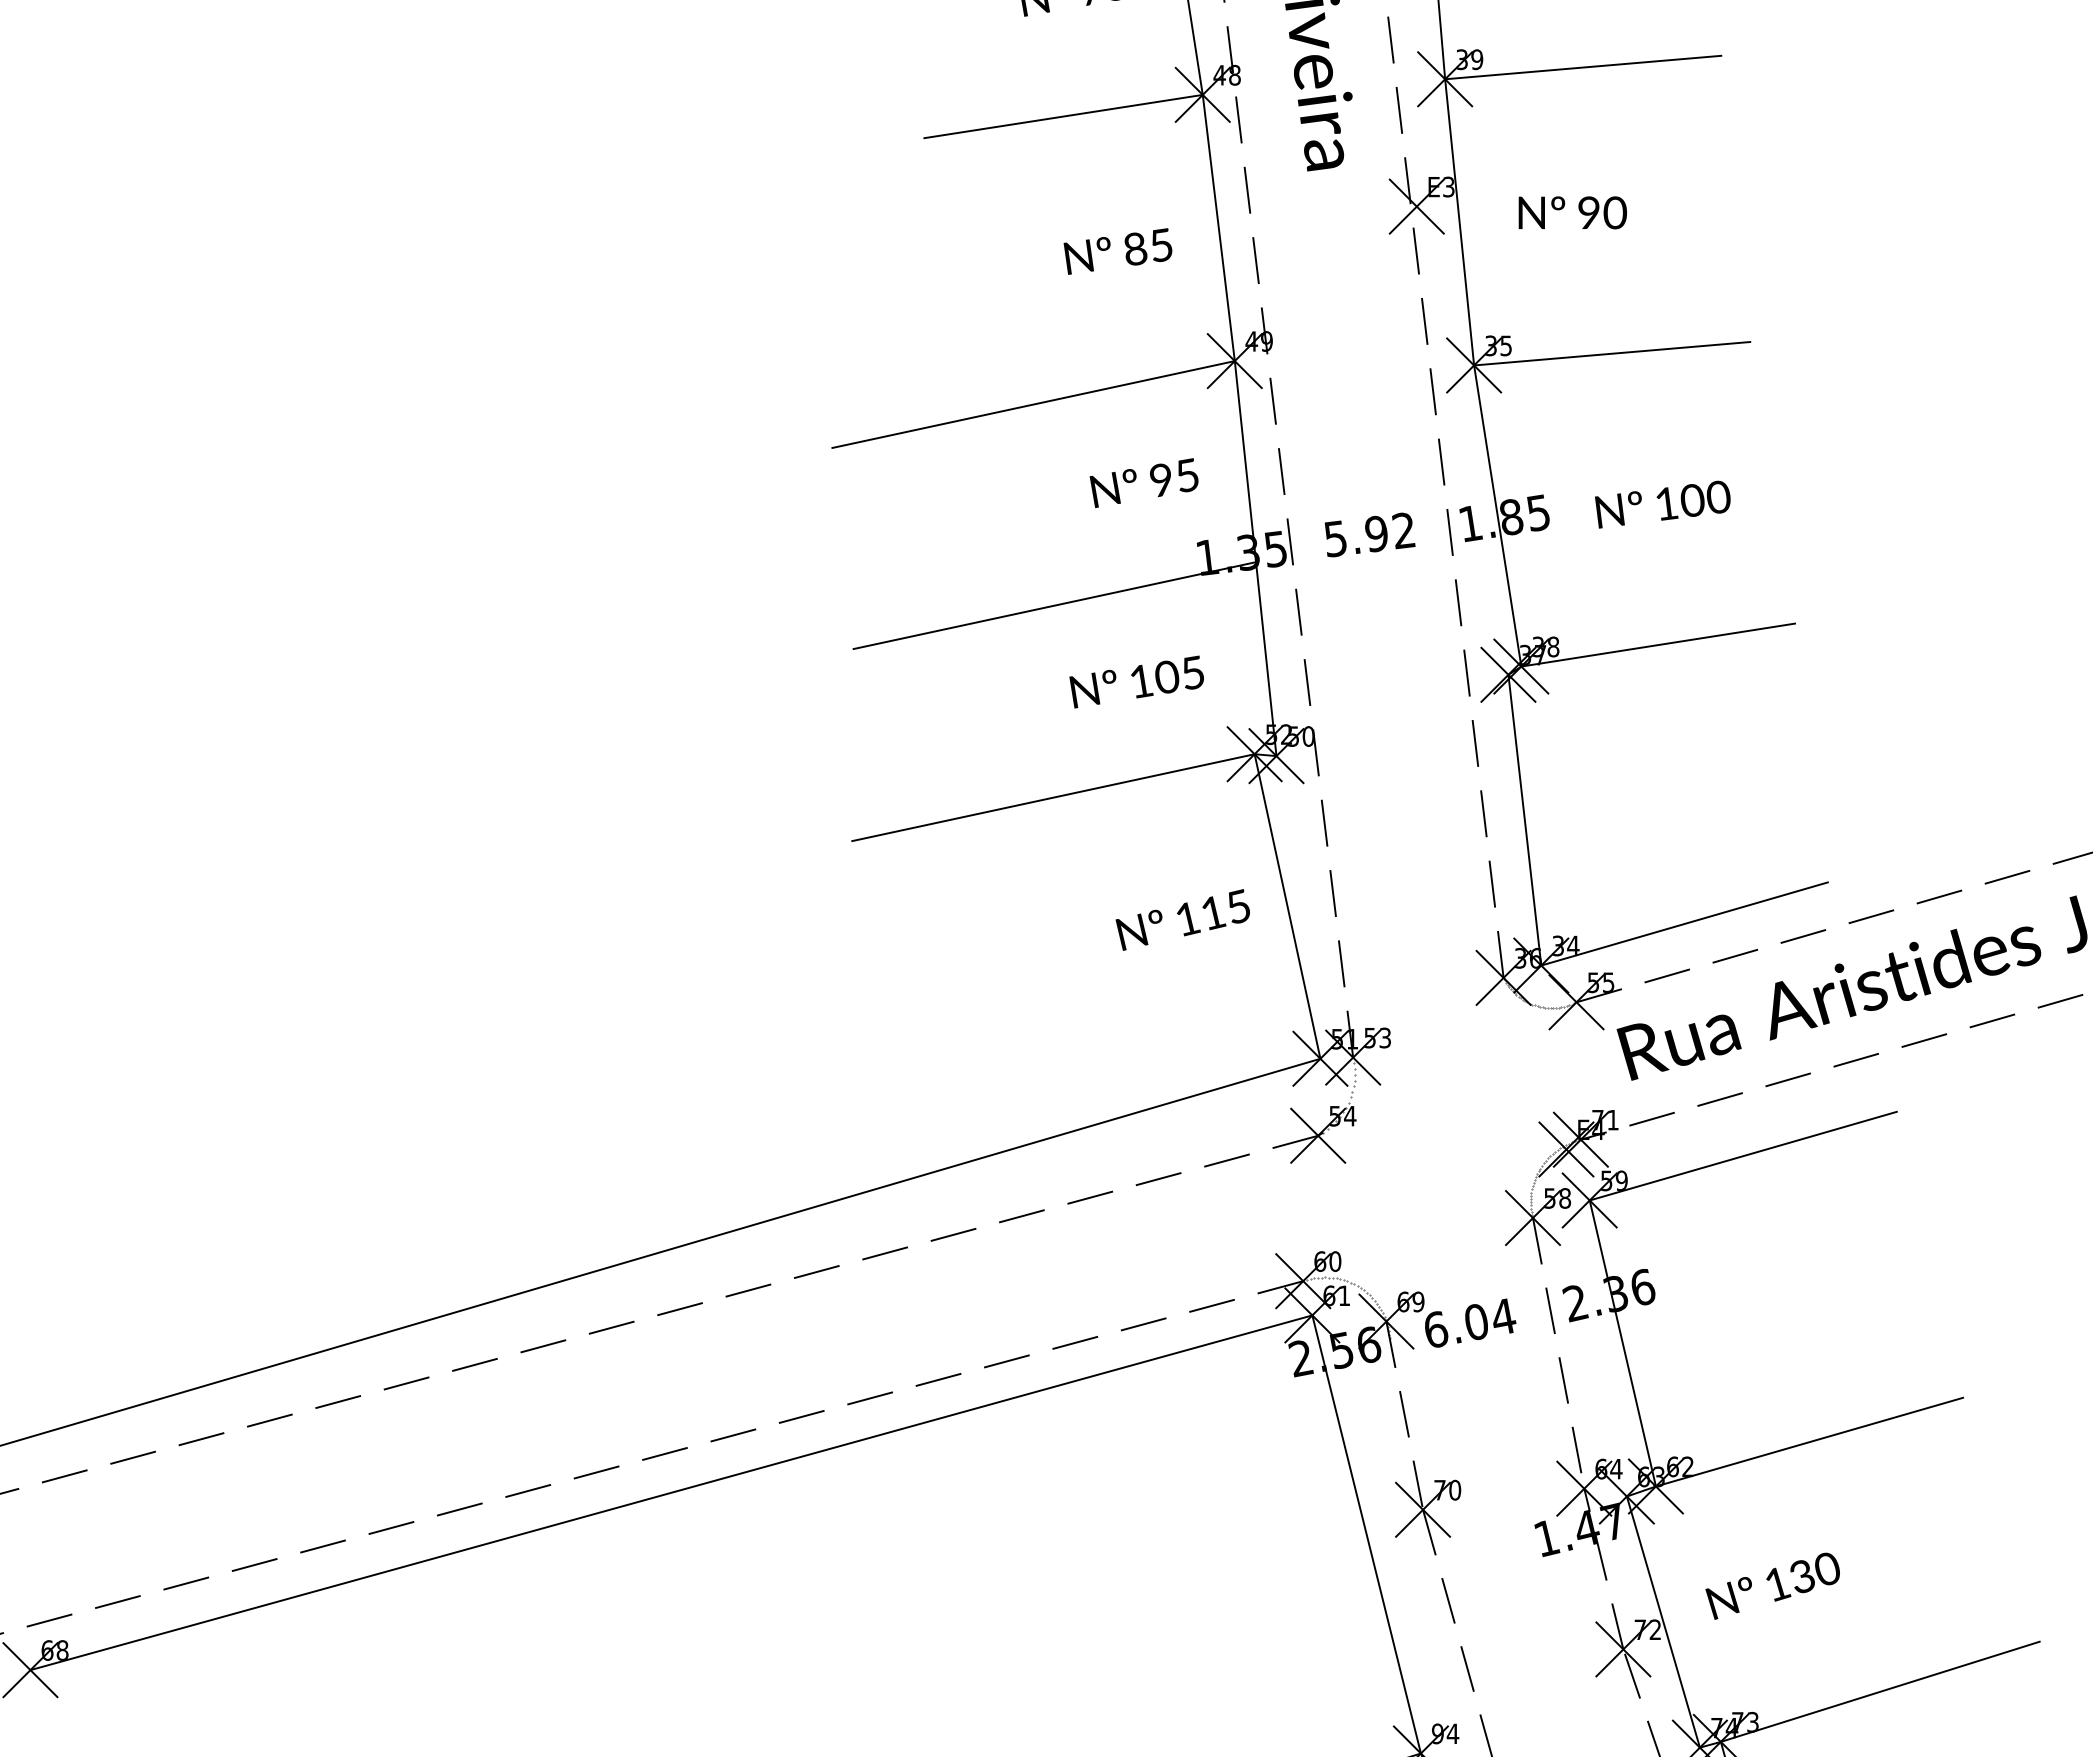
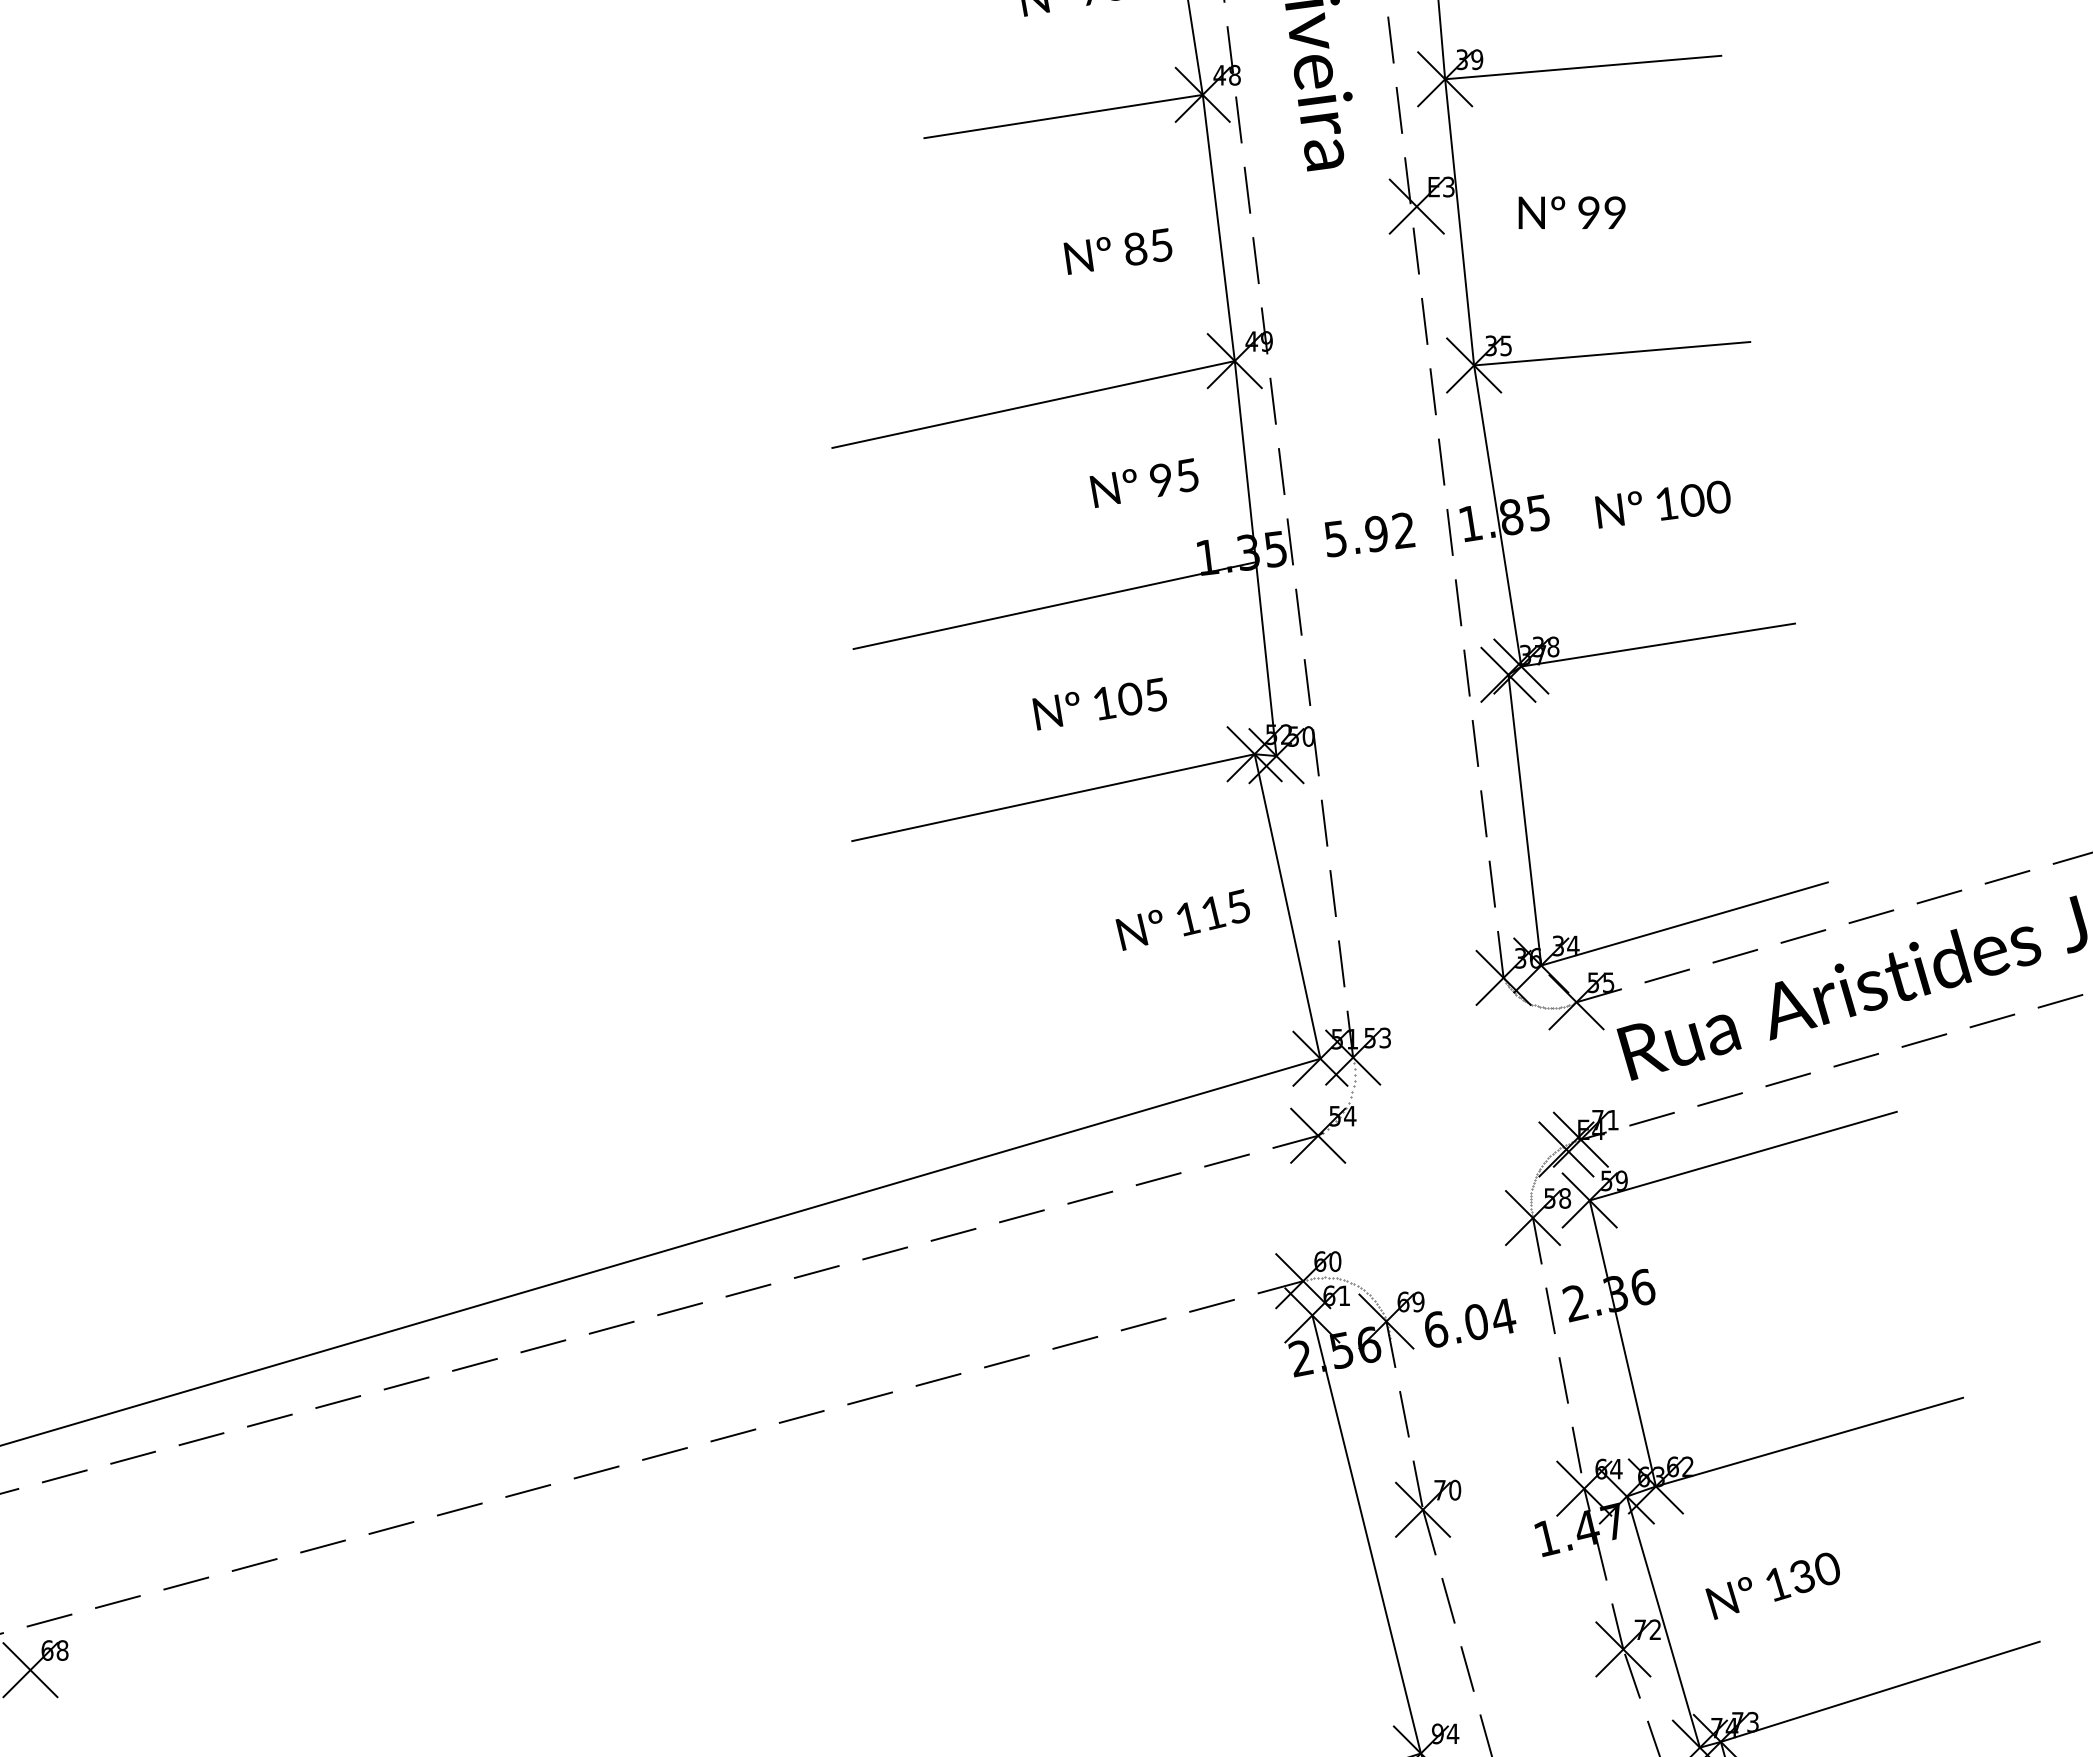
text at (1615, 213): 90 -> 99
text at (1136, 681) position: (1136, 681) -> (1099, 703)
line at (671, 1492): present -> none
